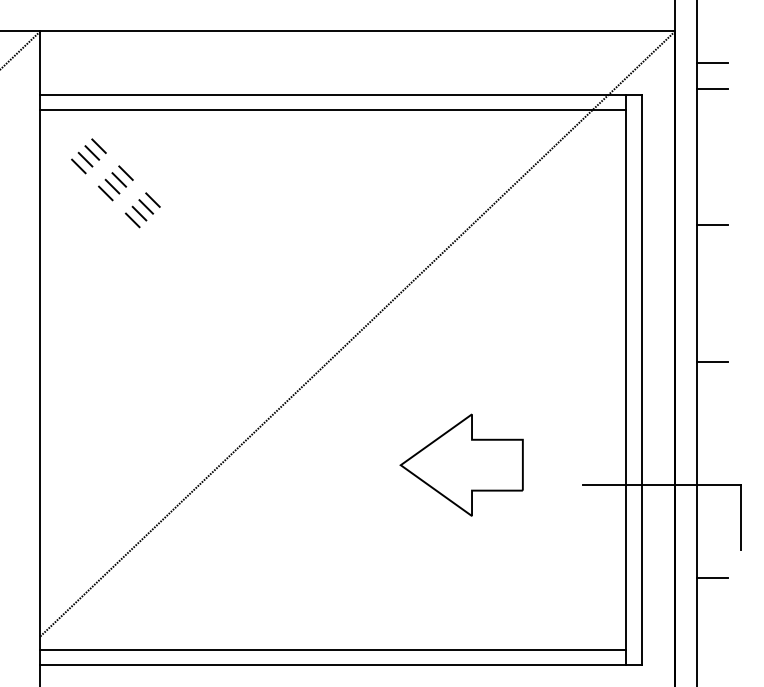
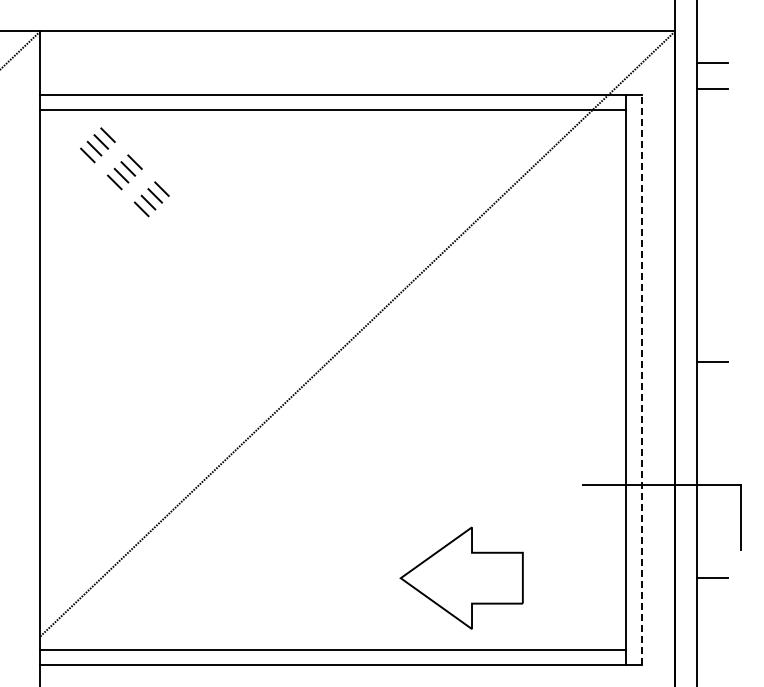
part at (115, 183) position: (115, 183) -> (124, 172)
line at (712, 225): present -> none
line at (641, 379): solid -> dashed
part at (461, 464) position: (461, 464) -> (461, 577)
